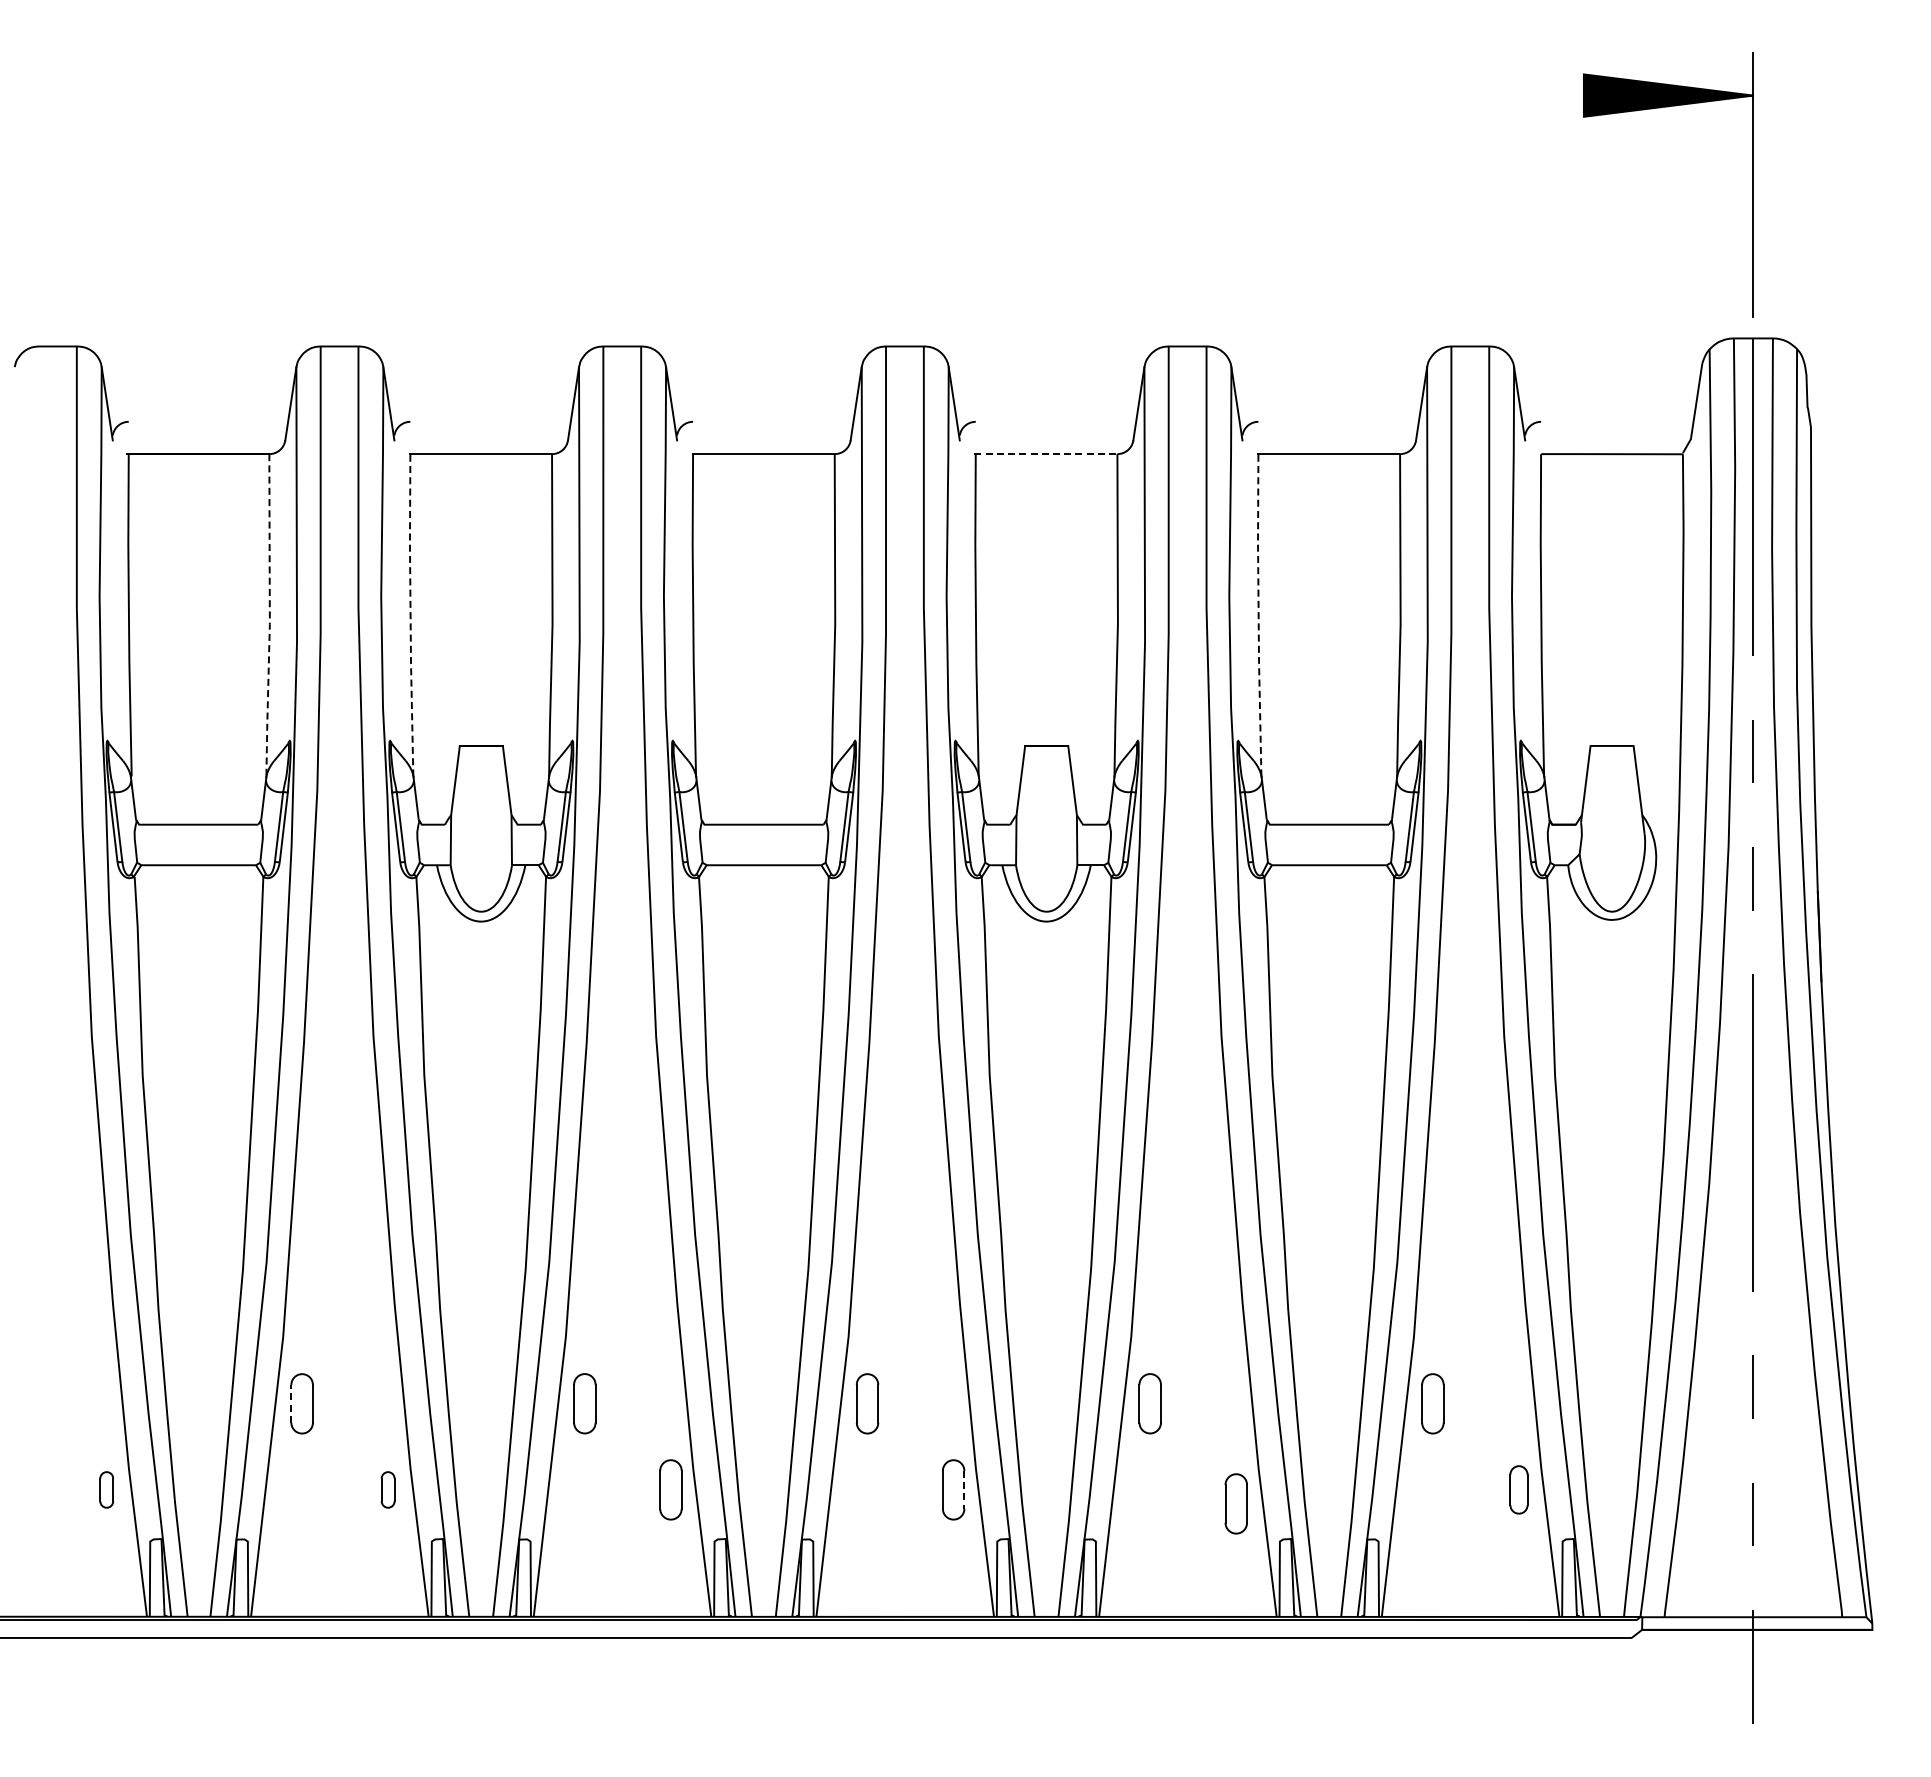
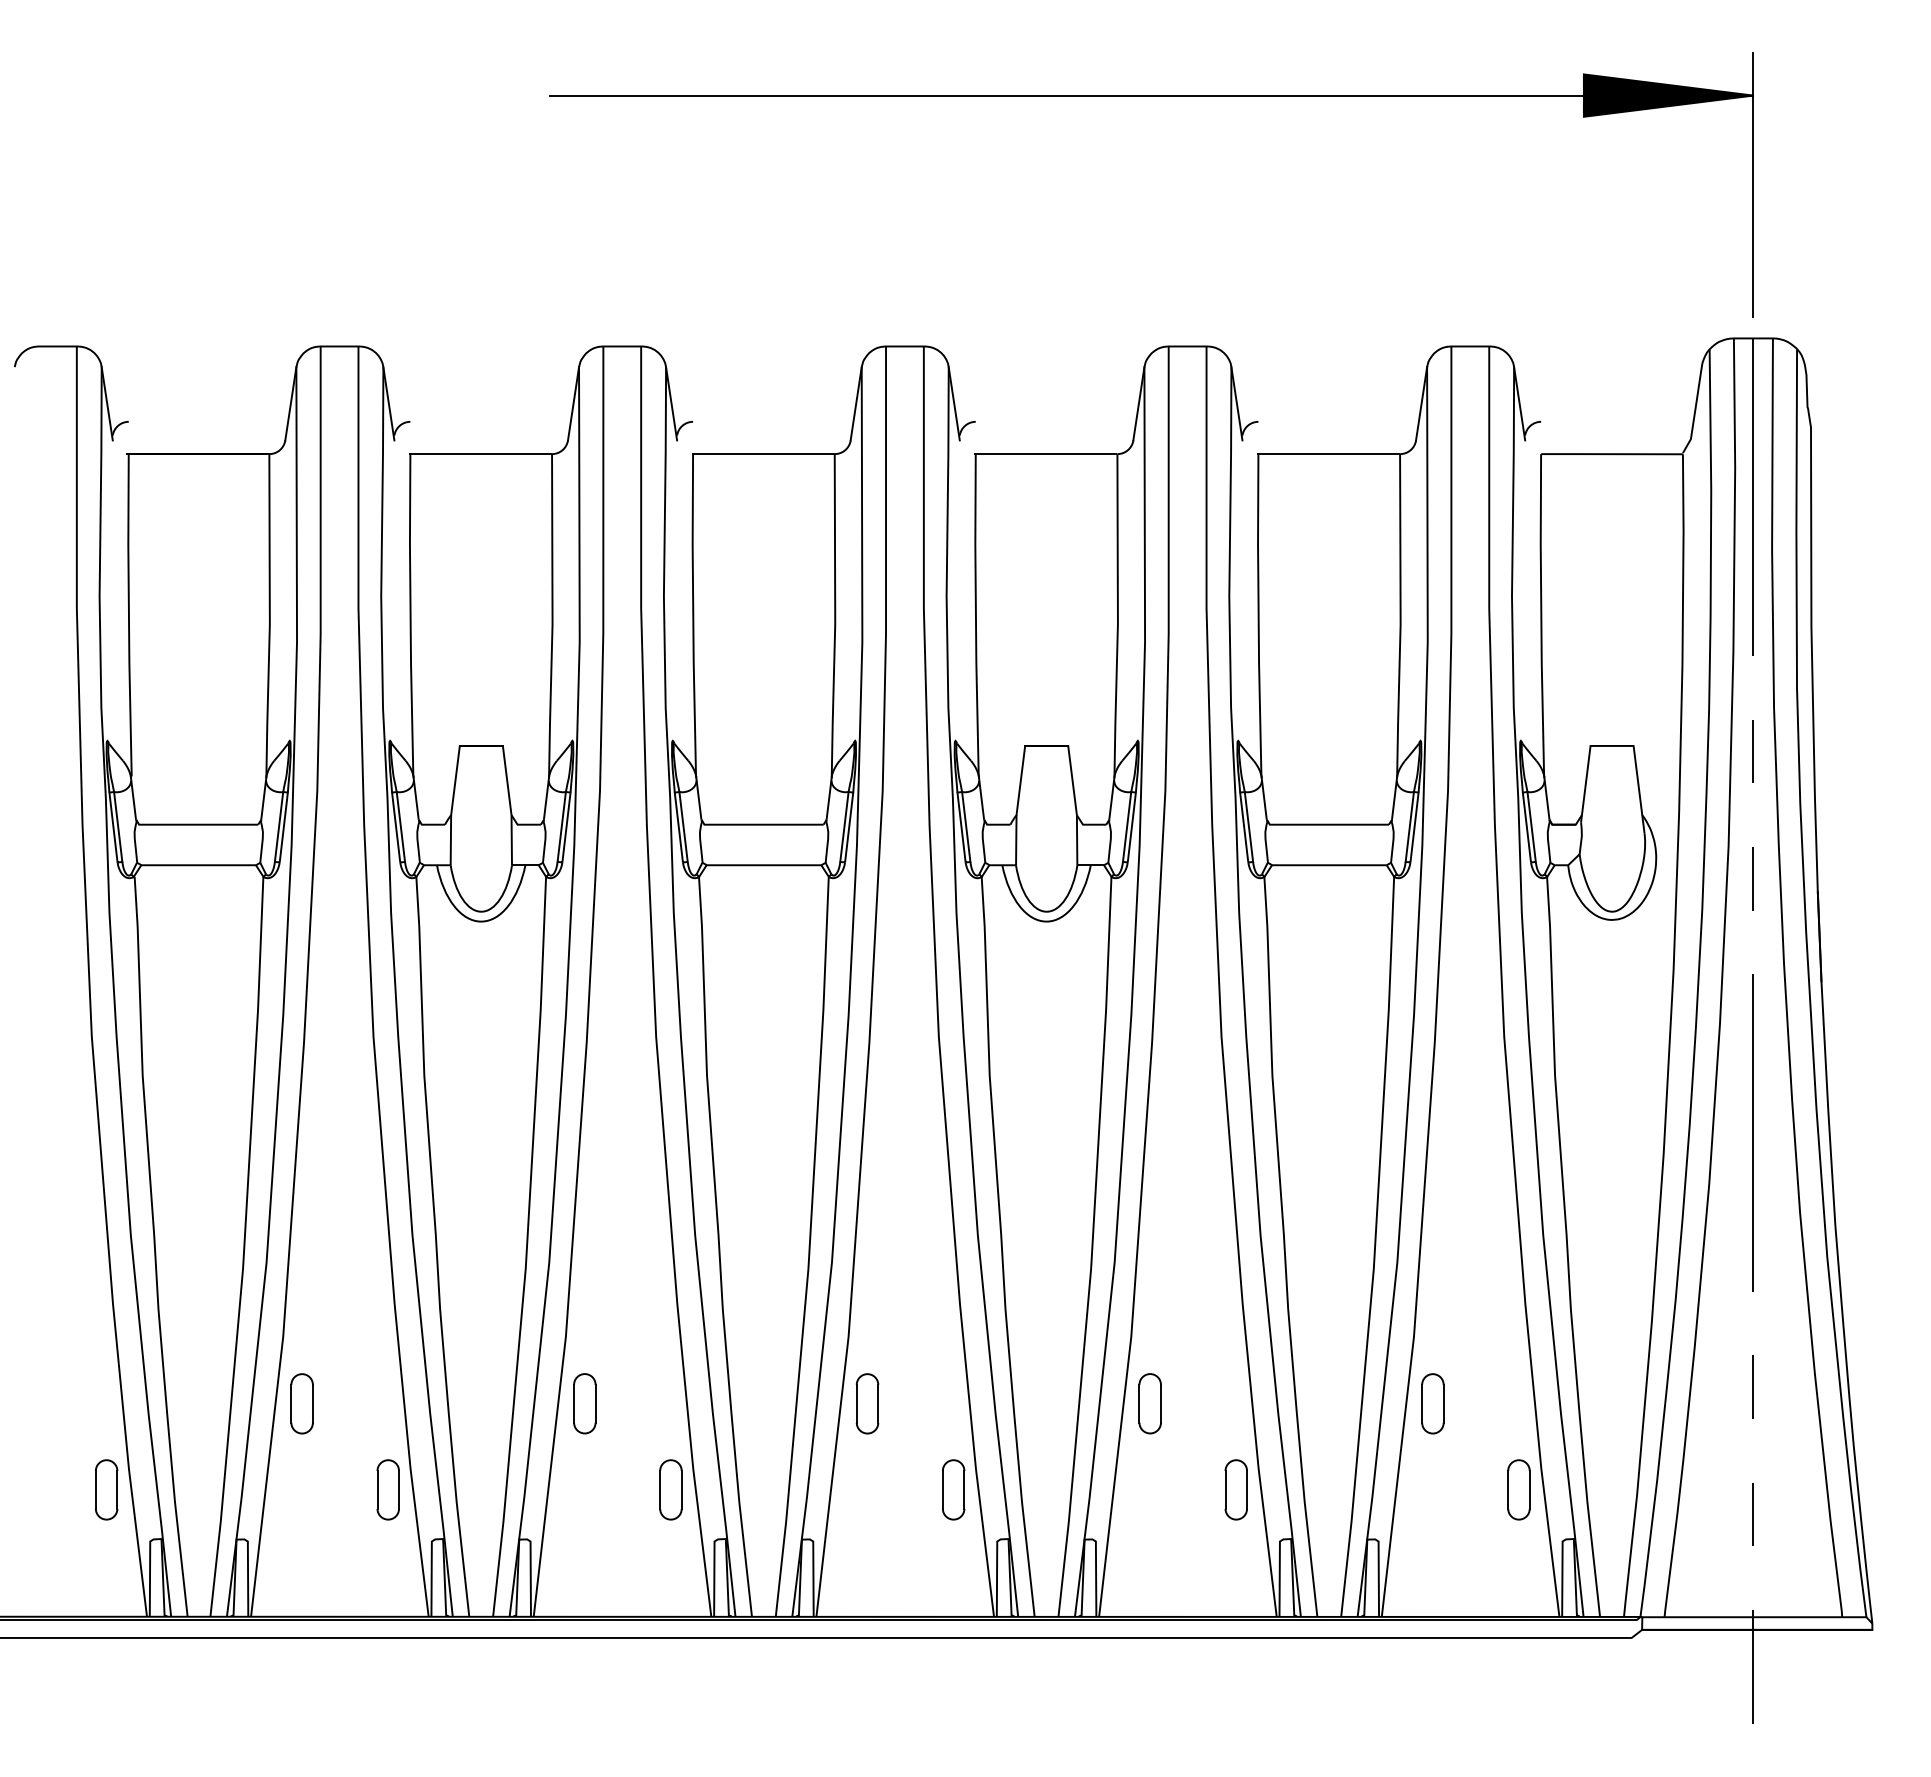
line at (1151, 95): none -> present
line at (1045, 454): dashed -> solid
line at (410, 615): dashed -> solid
line at (1258, 615): dashed -> solid
line at (269, 616): dashed -> solid
line at (291, 1403): dashed -> solid
part at (106, 1489) size: 16x38 px -> 24x62 px
part at (387, 1489) size: 16x38 px -> 24x62 px
line at (964, 1489): dashed -> solid
part at (1518, 1489) size: 20x50 px -> 24x62 px
part at (1235, 1503) position: (1235, 1503) -> (1235, 1489)
